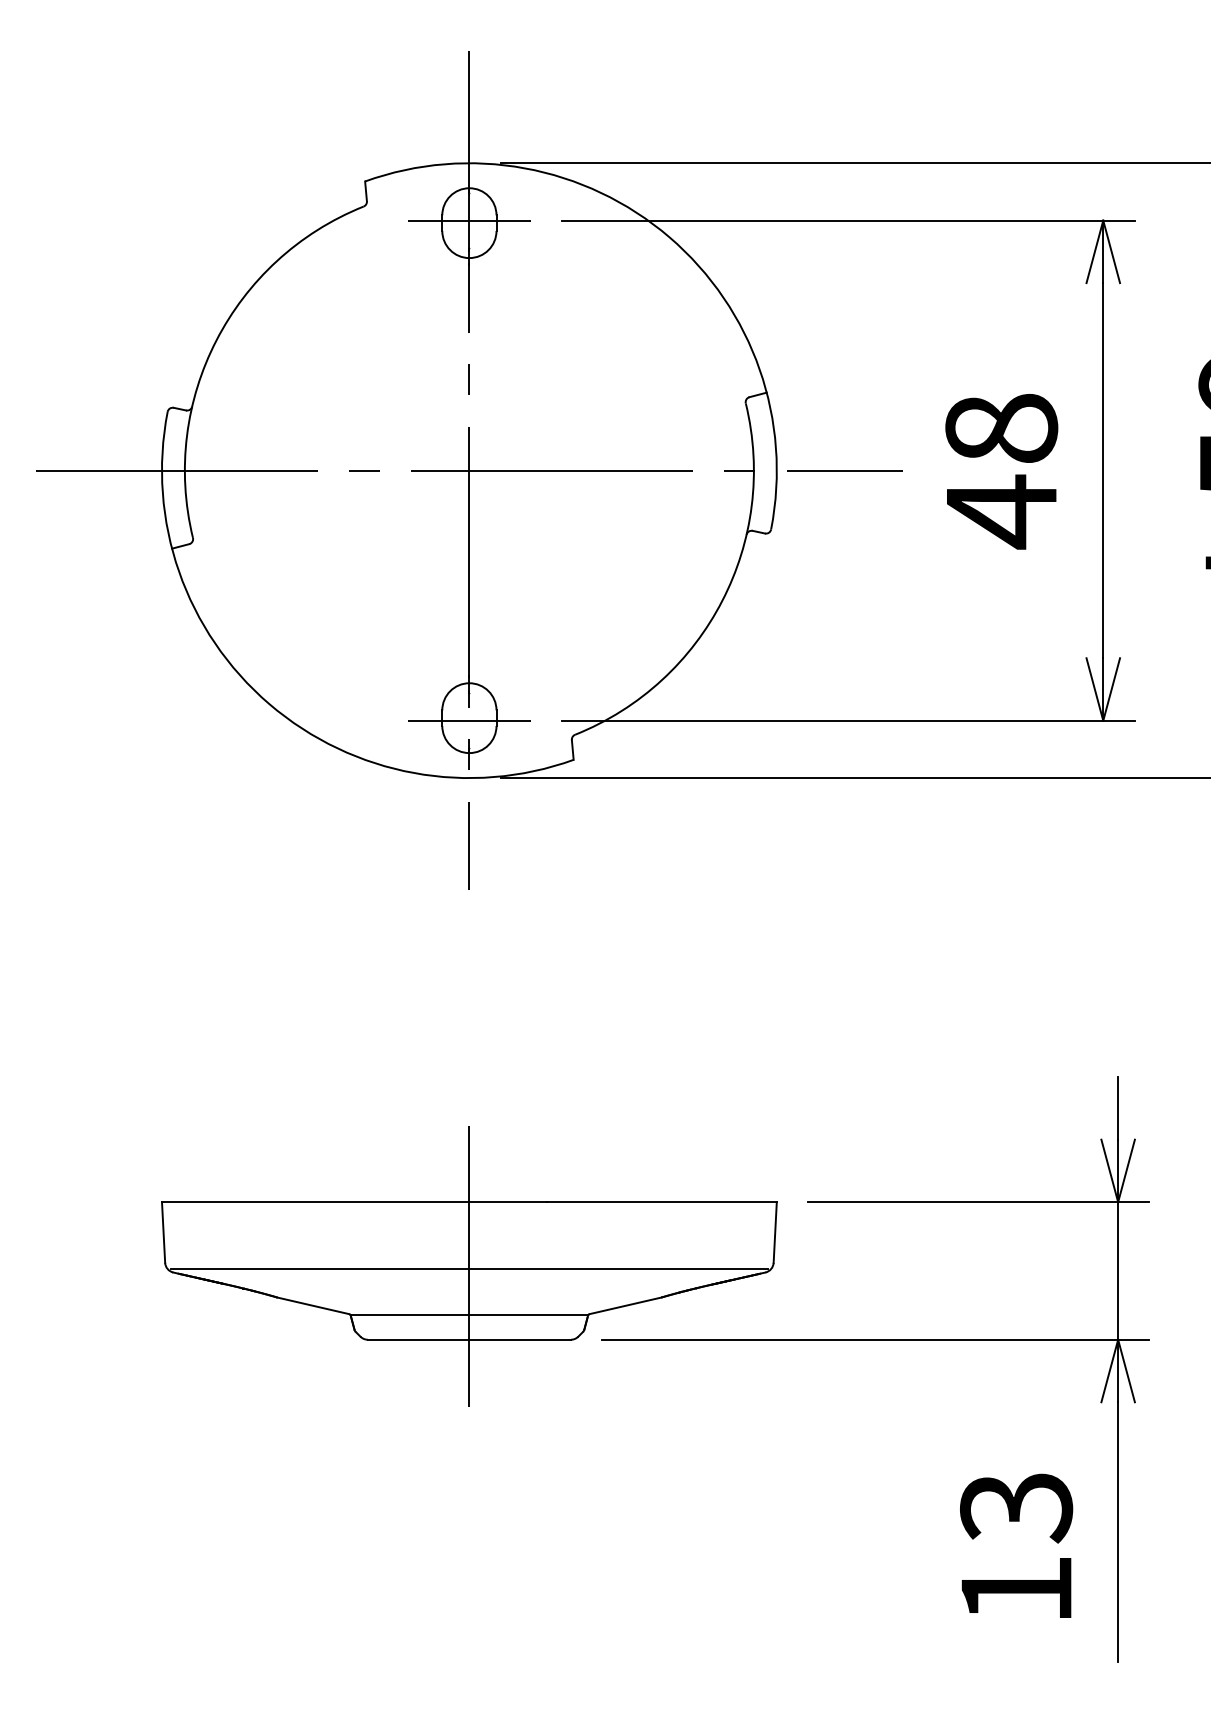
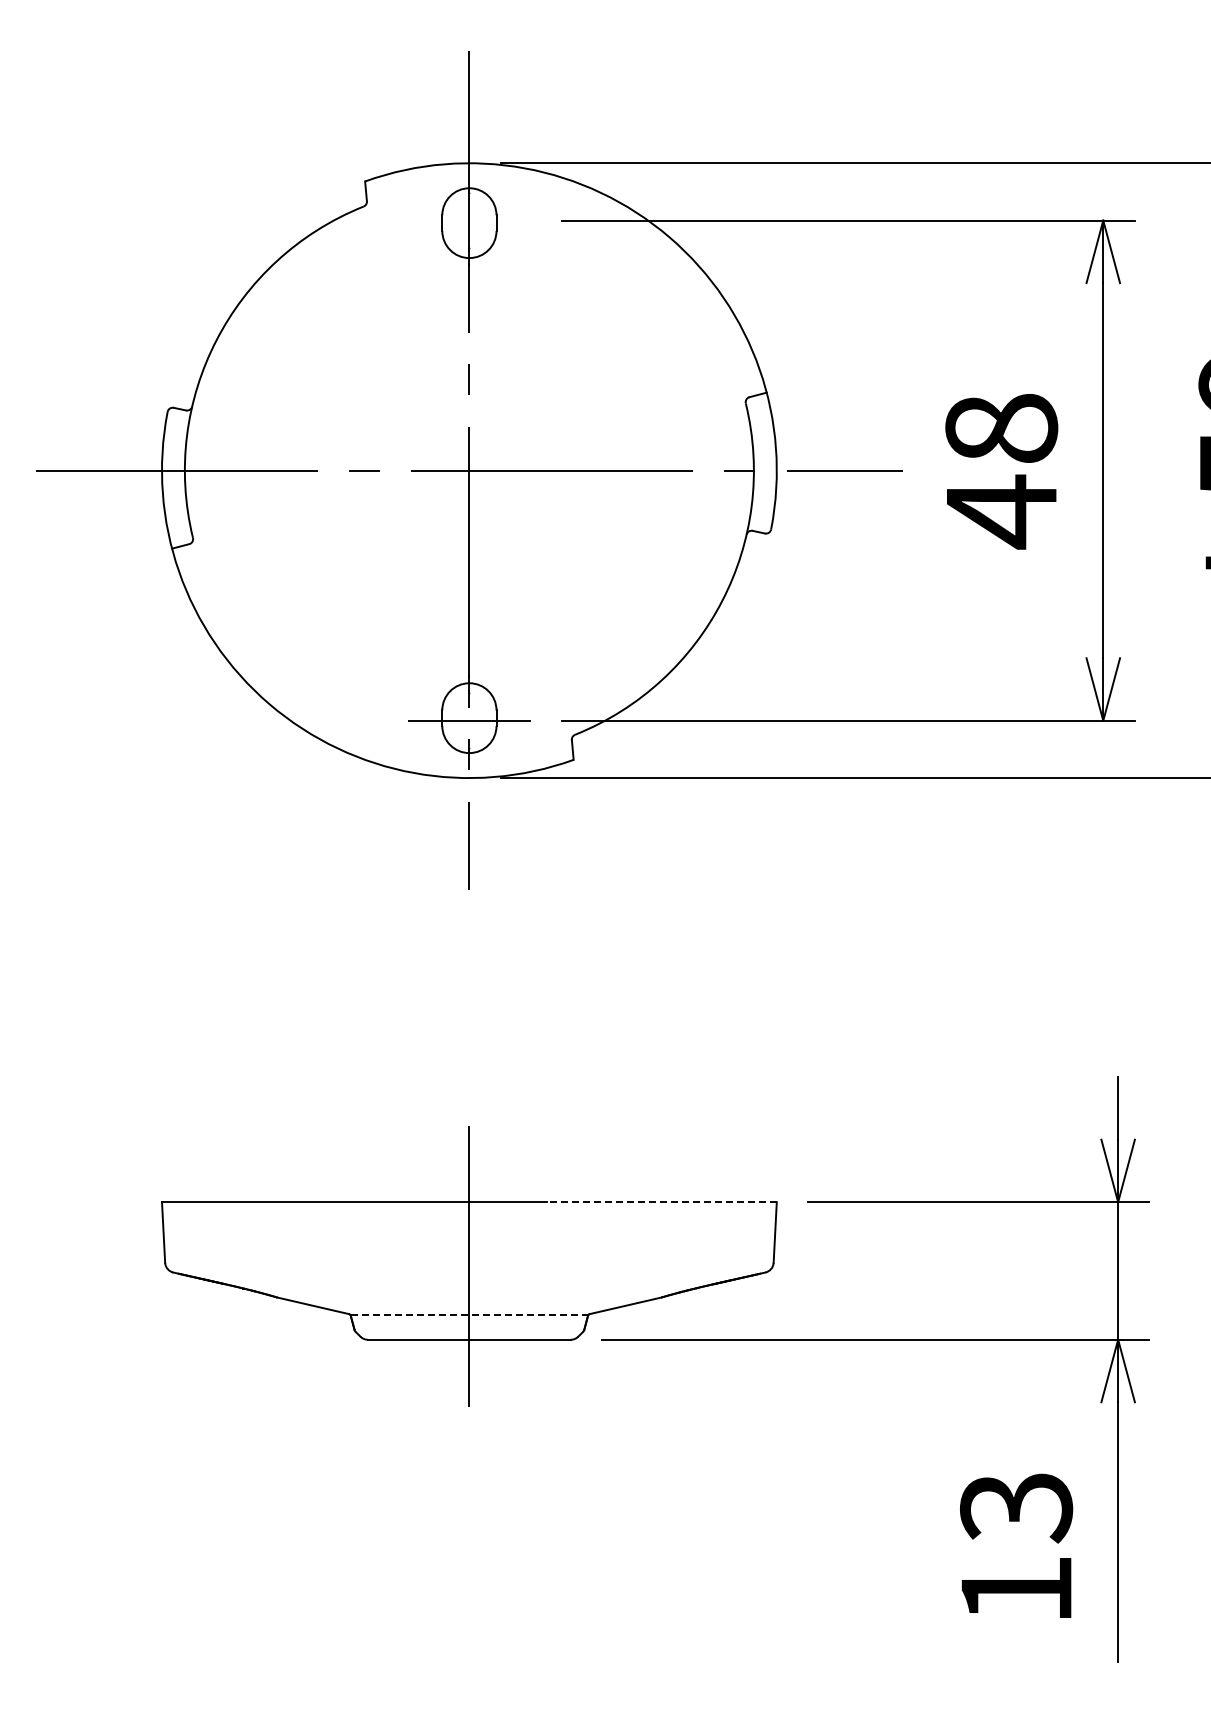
line at (469, 220): present -> none
line at (662, 1202): solid -> dashed
line at (469, 1268): present -> none
line at (469, 1314): solid -> dashed
